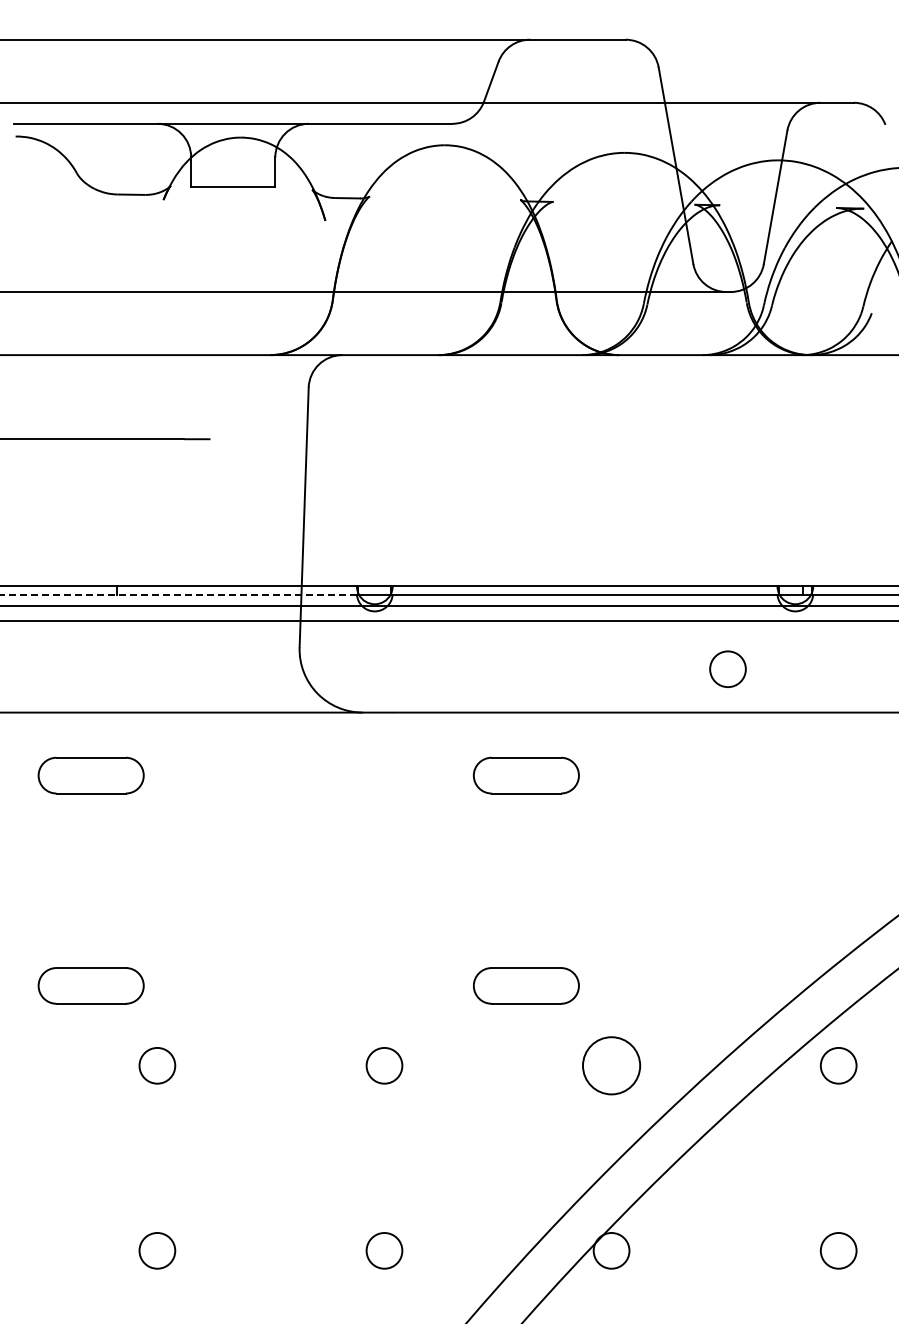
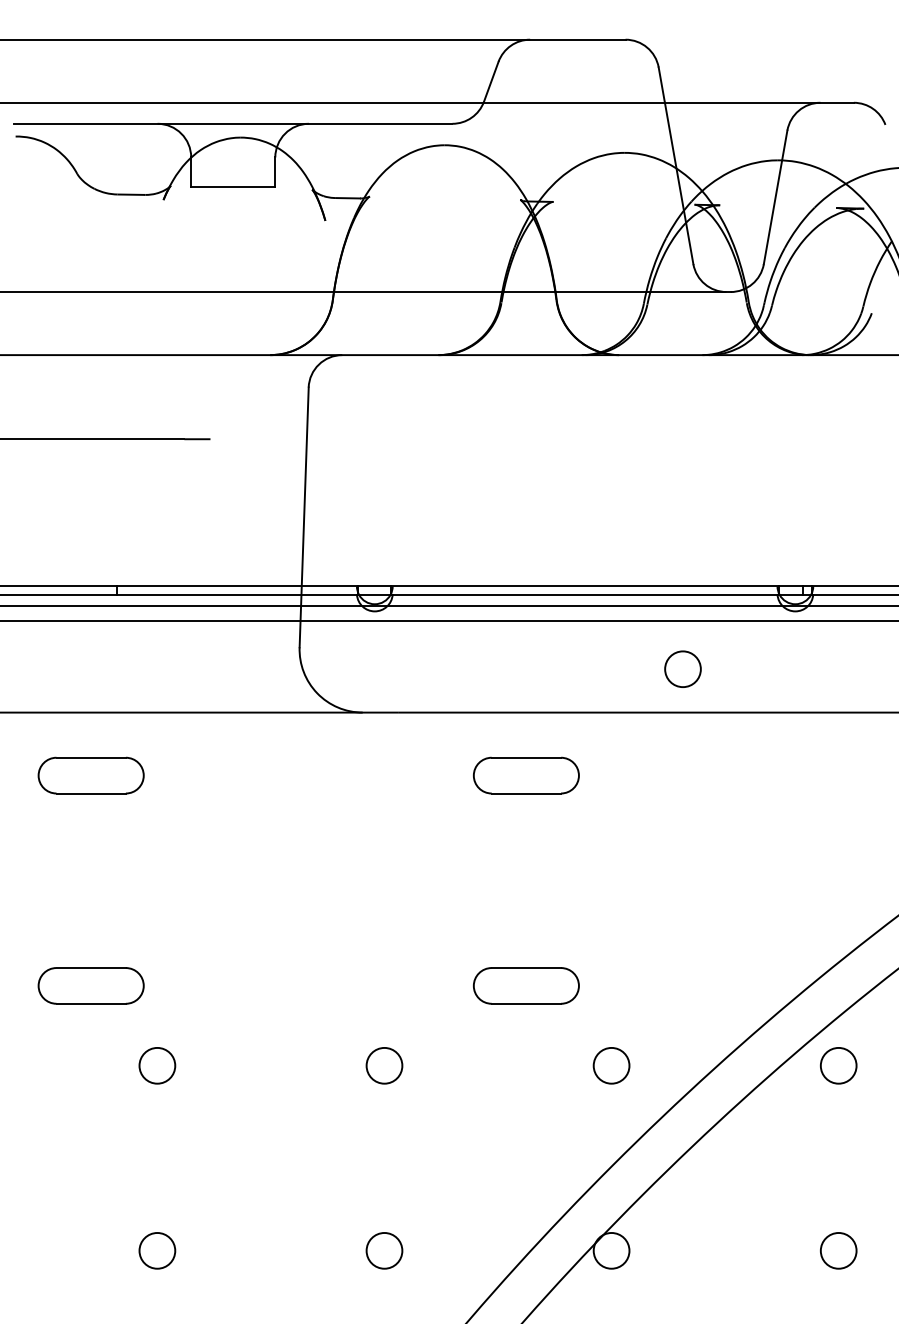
line at (178, 594): dashed -> solid
circle at (727, 668) position: (727, 668) -> (682, 668)
circle at (611, 1065) diameter: 57 px -> 36 px
